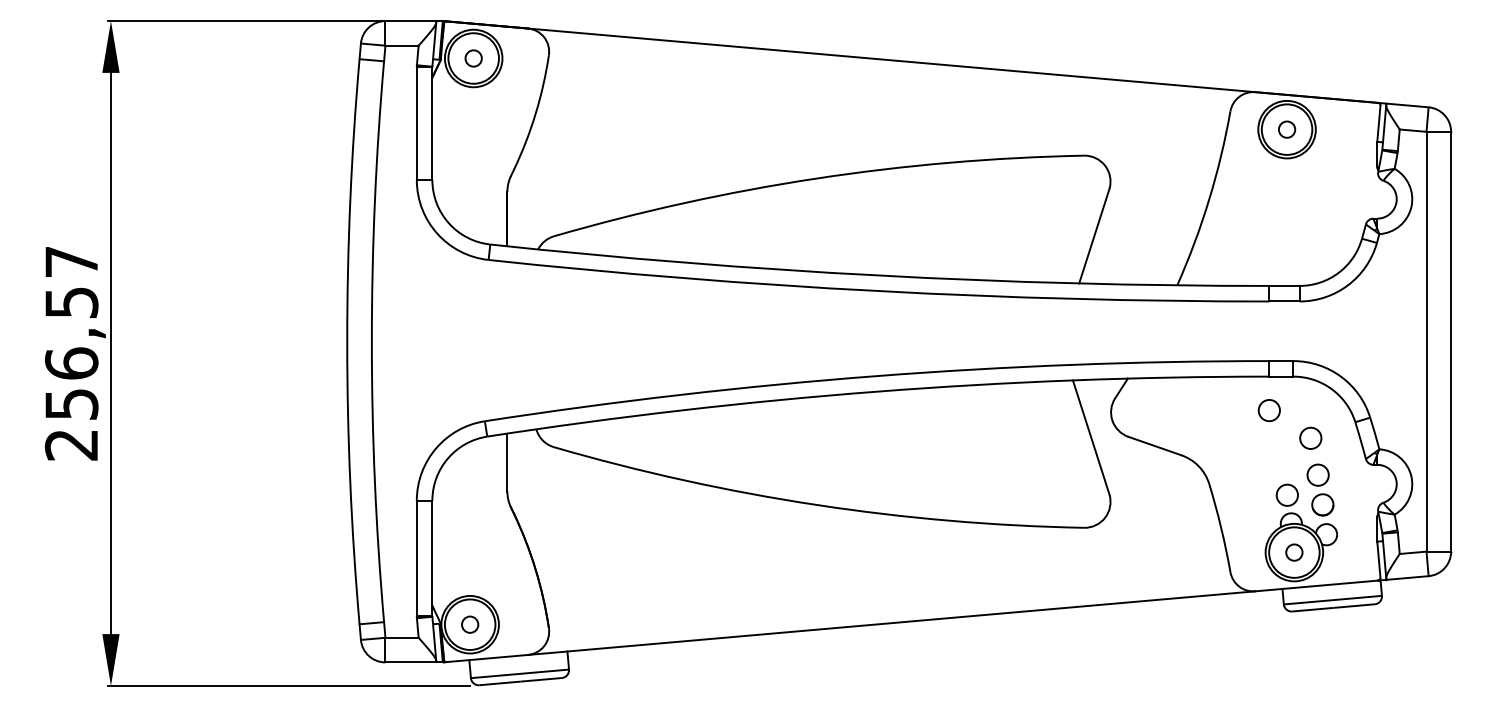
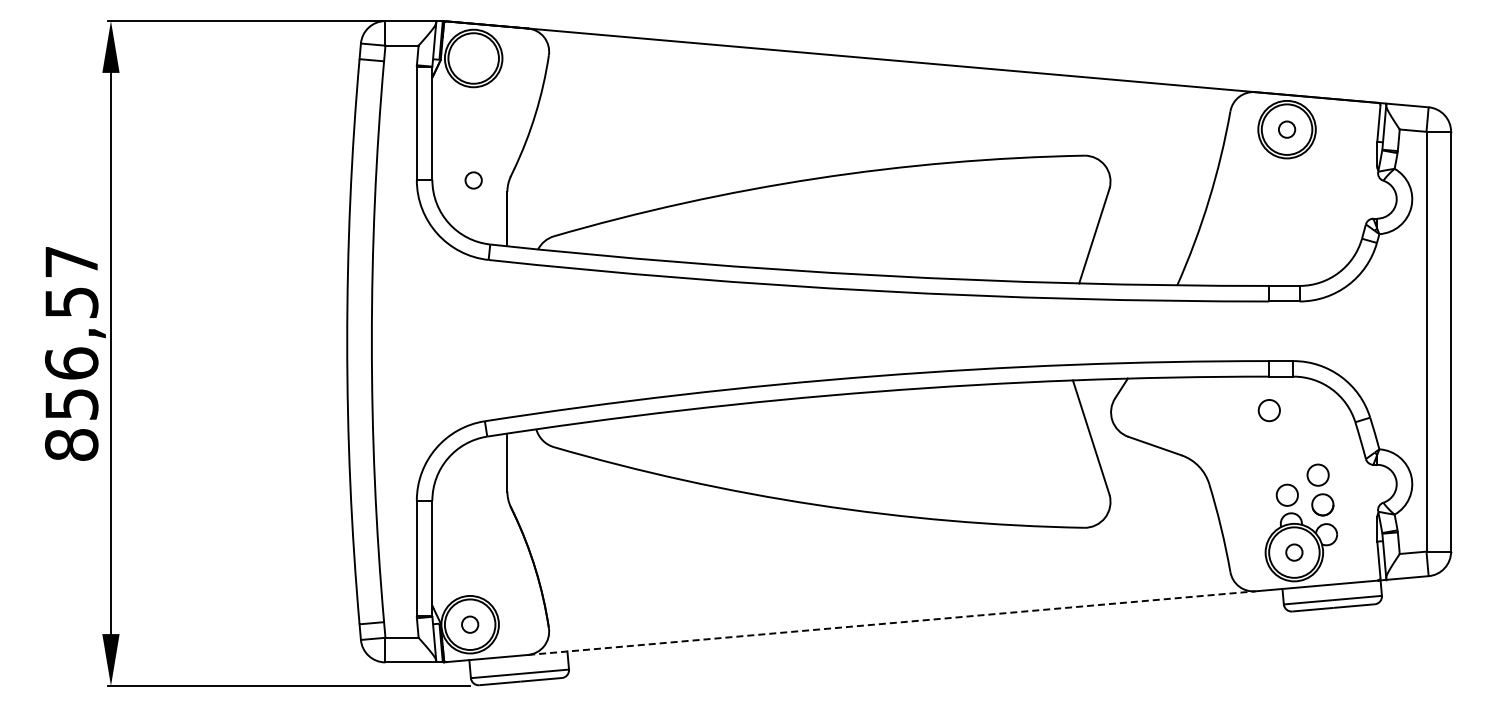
circle at (473, 58) position: (473, 58) -> (473, 180)
circle at (1310, 437): present -> none
text at (71, 444): 256,57 -> 856,57
line at (891, 623): solid -> dashed
